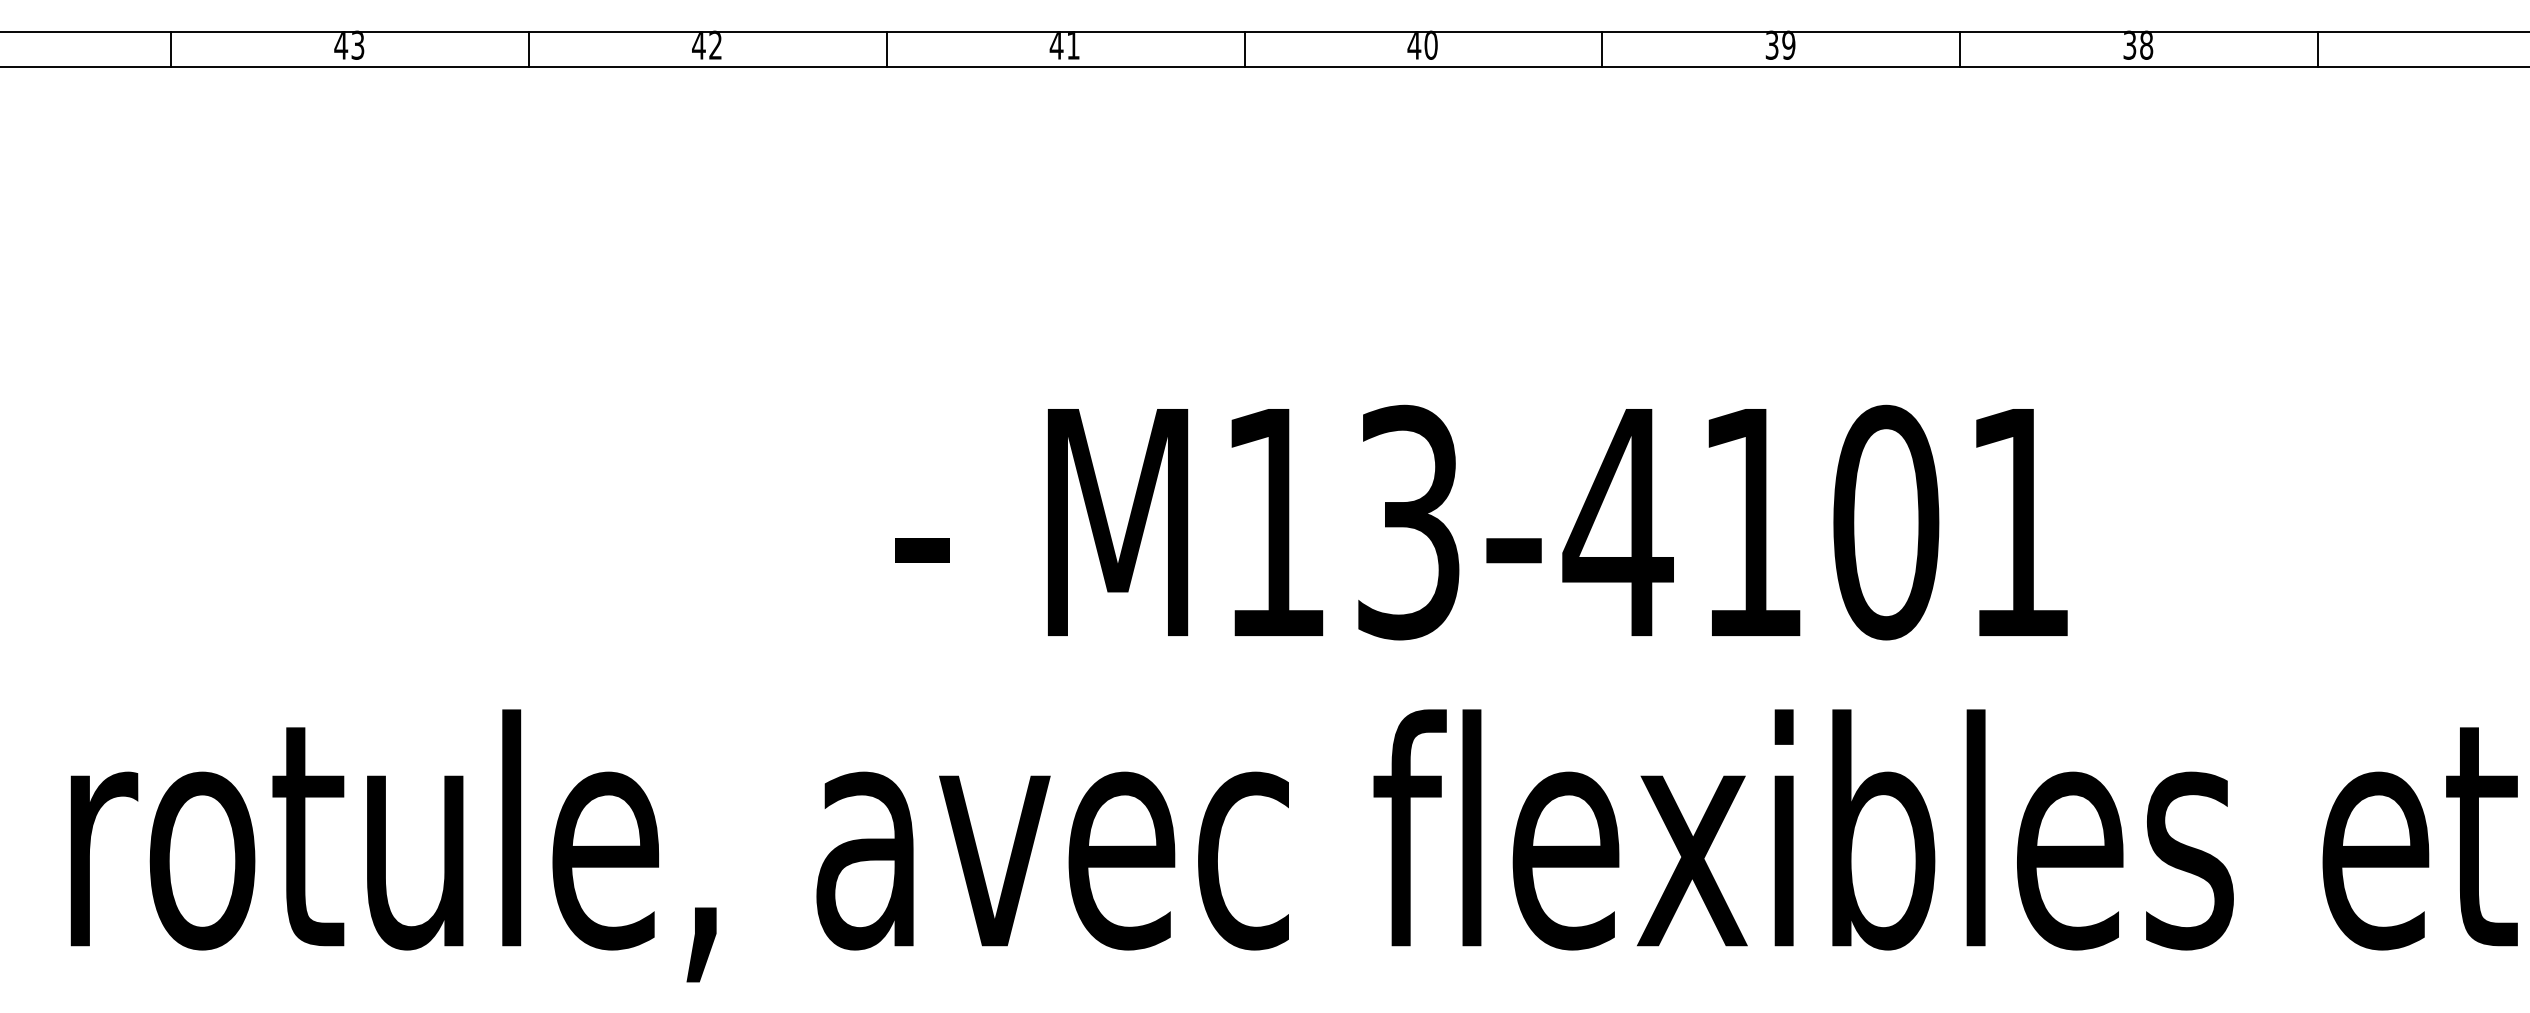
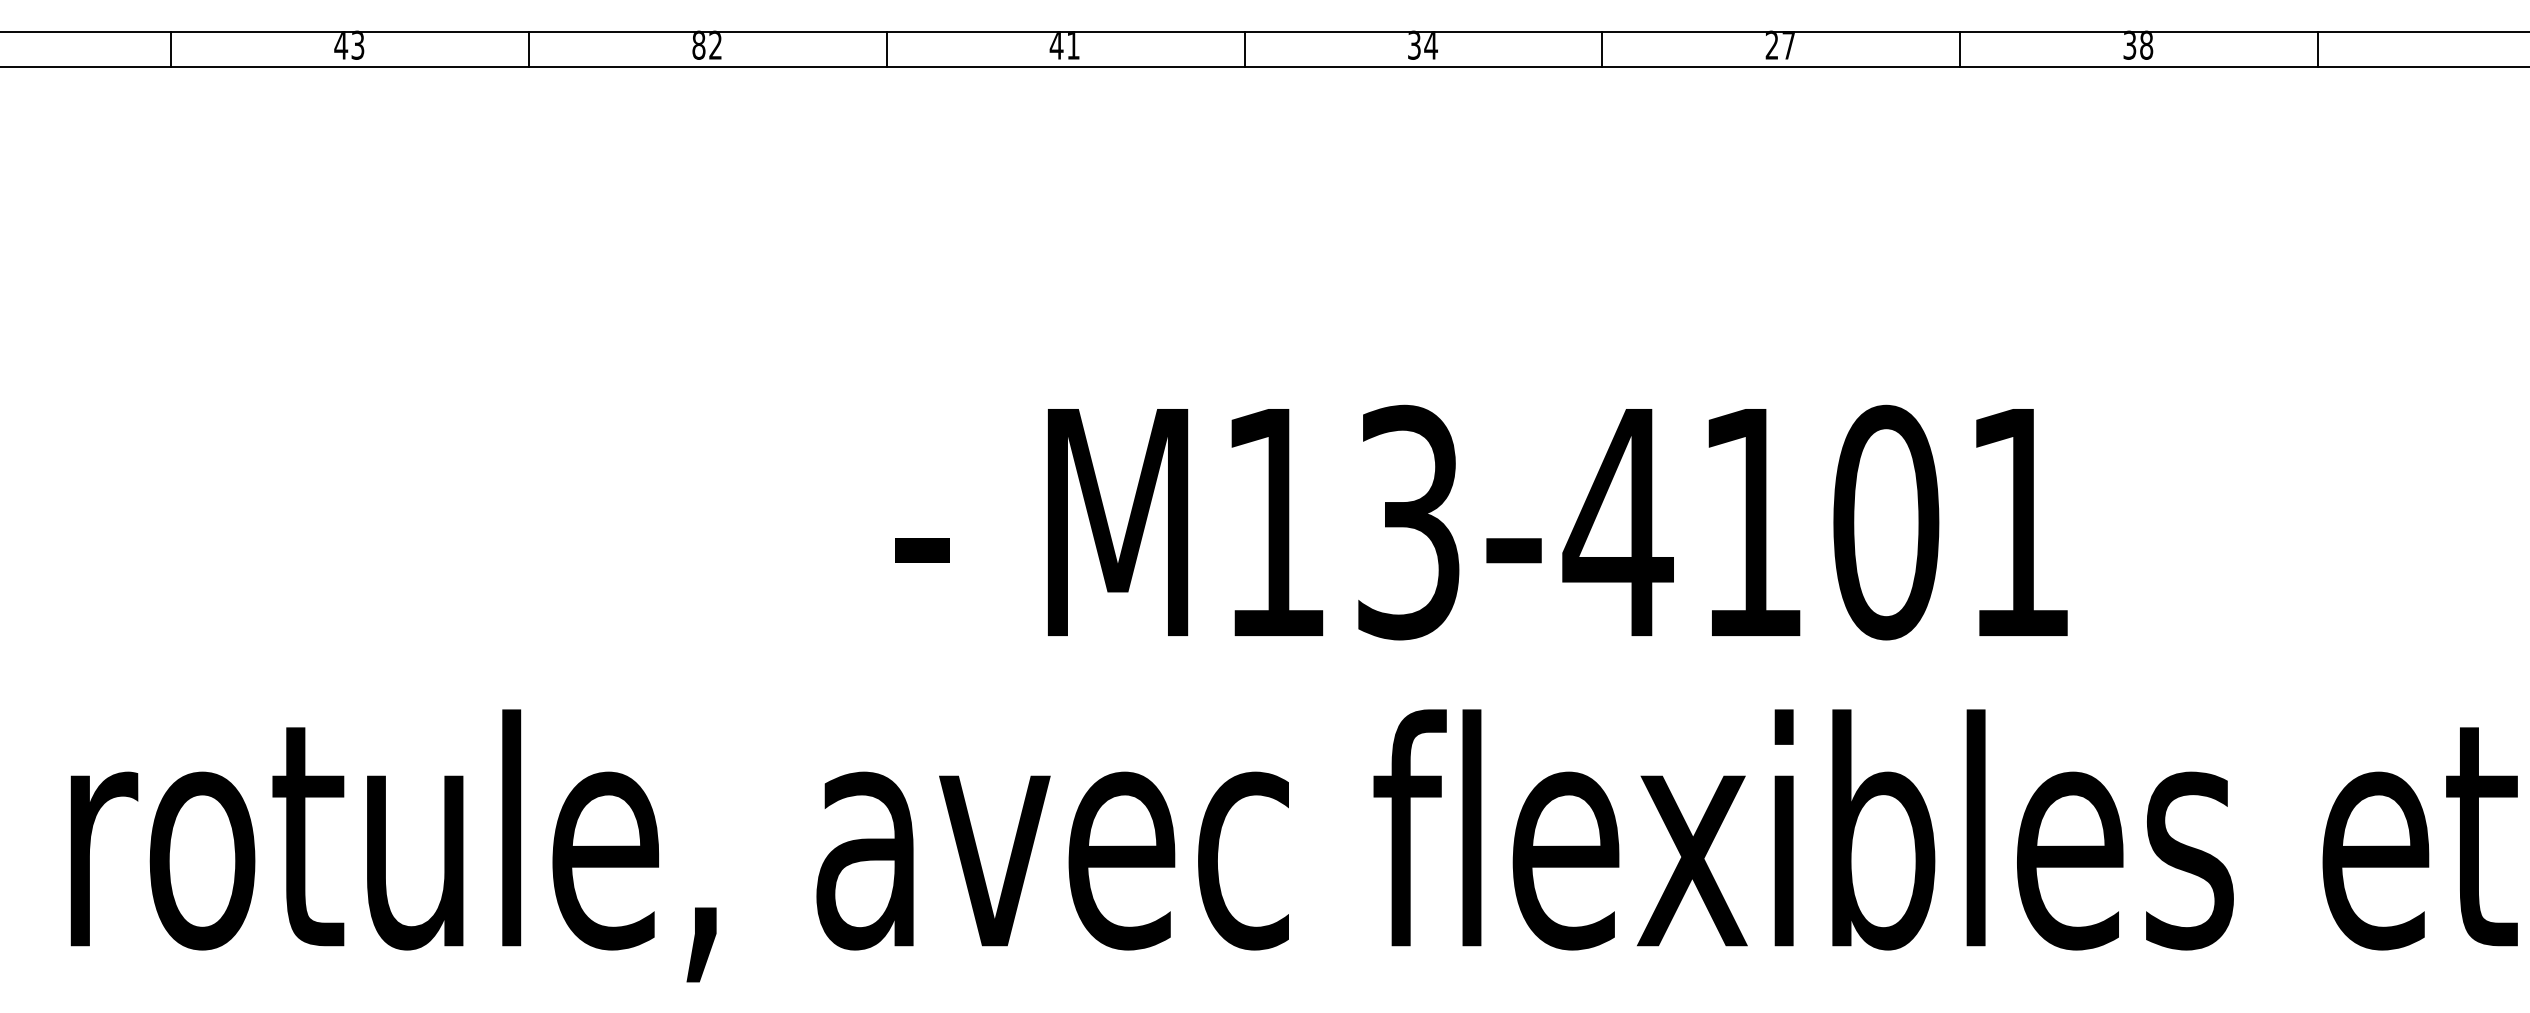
text at (698, 44): 42 -> 82
text at (1422, 44): 40 -> 34
text at (1780, 44): 39 -> 27
